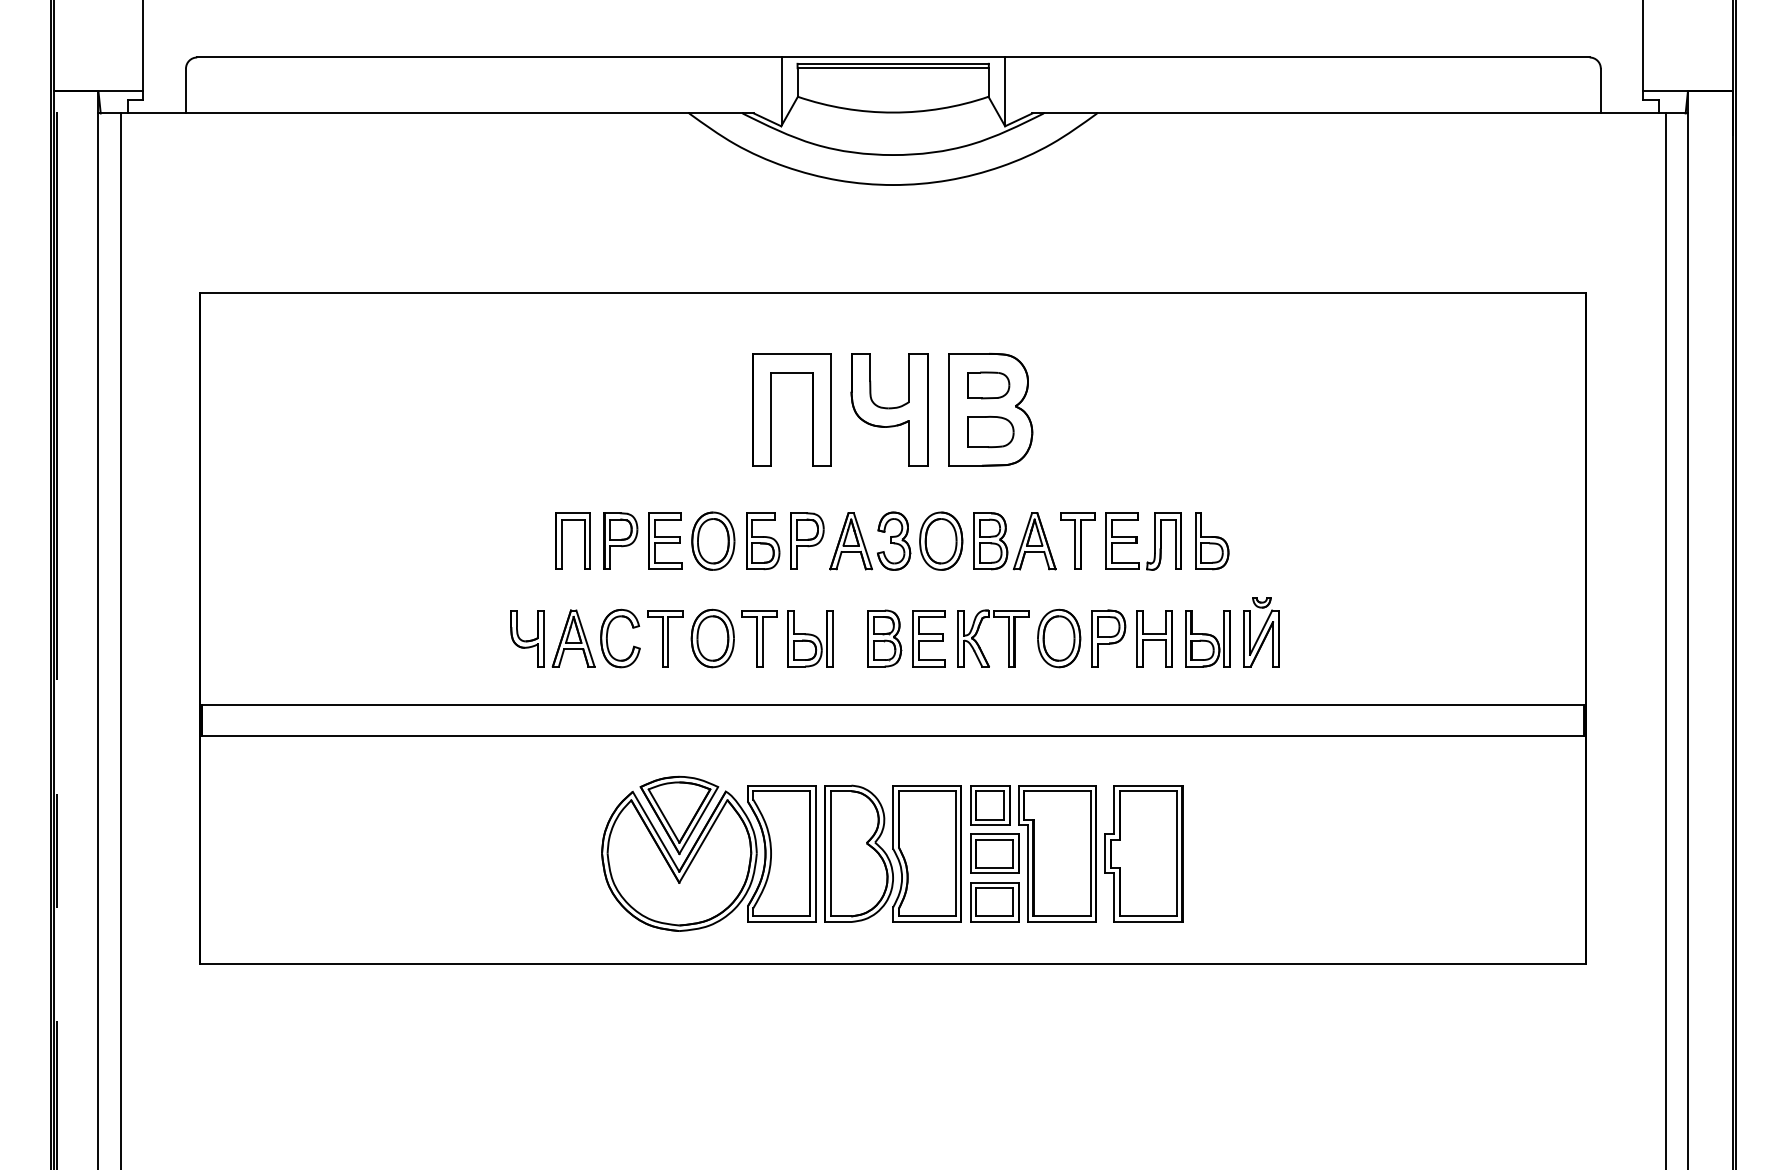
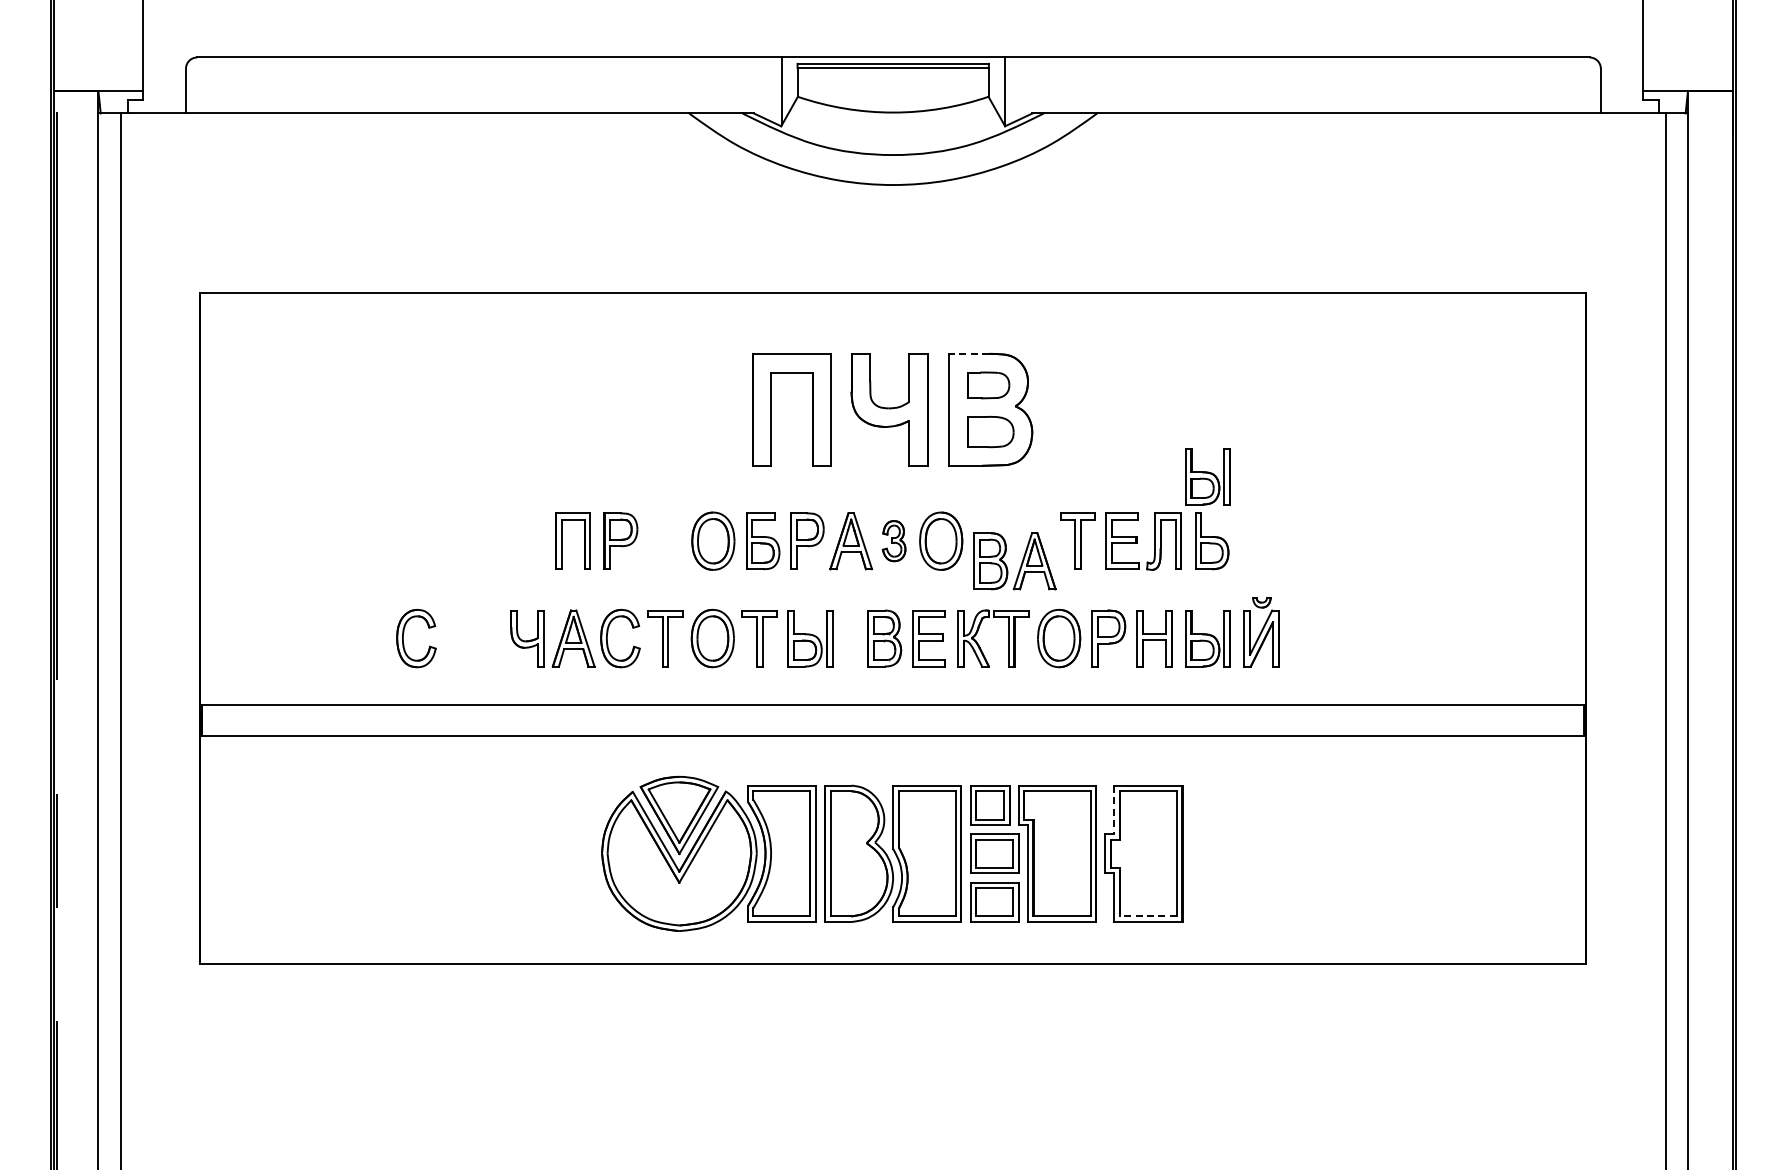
line at (968, 353): solid -> dashed
part at (1207, 476): none -> present
part at (665, 540): present -> none
part at (894, 540) size: 35x60 px -> 26x43 px
part at (1021, 542) position: (1021, 542) -> (1021, 562)
part at (403, 638): none -> present
line at (1114, 810): solid -> dashed
line at (1147, 916): solid -> dashed
